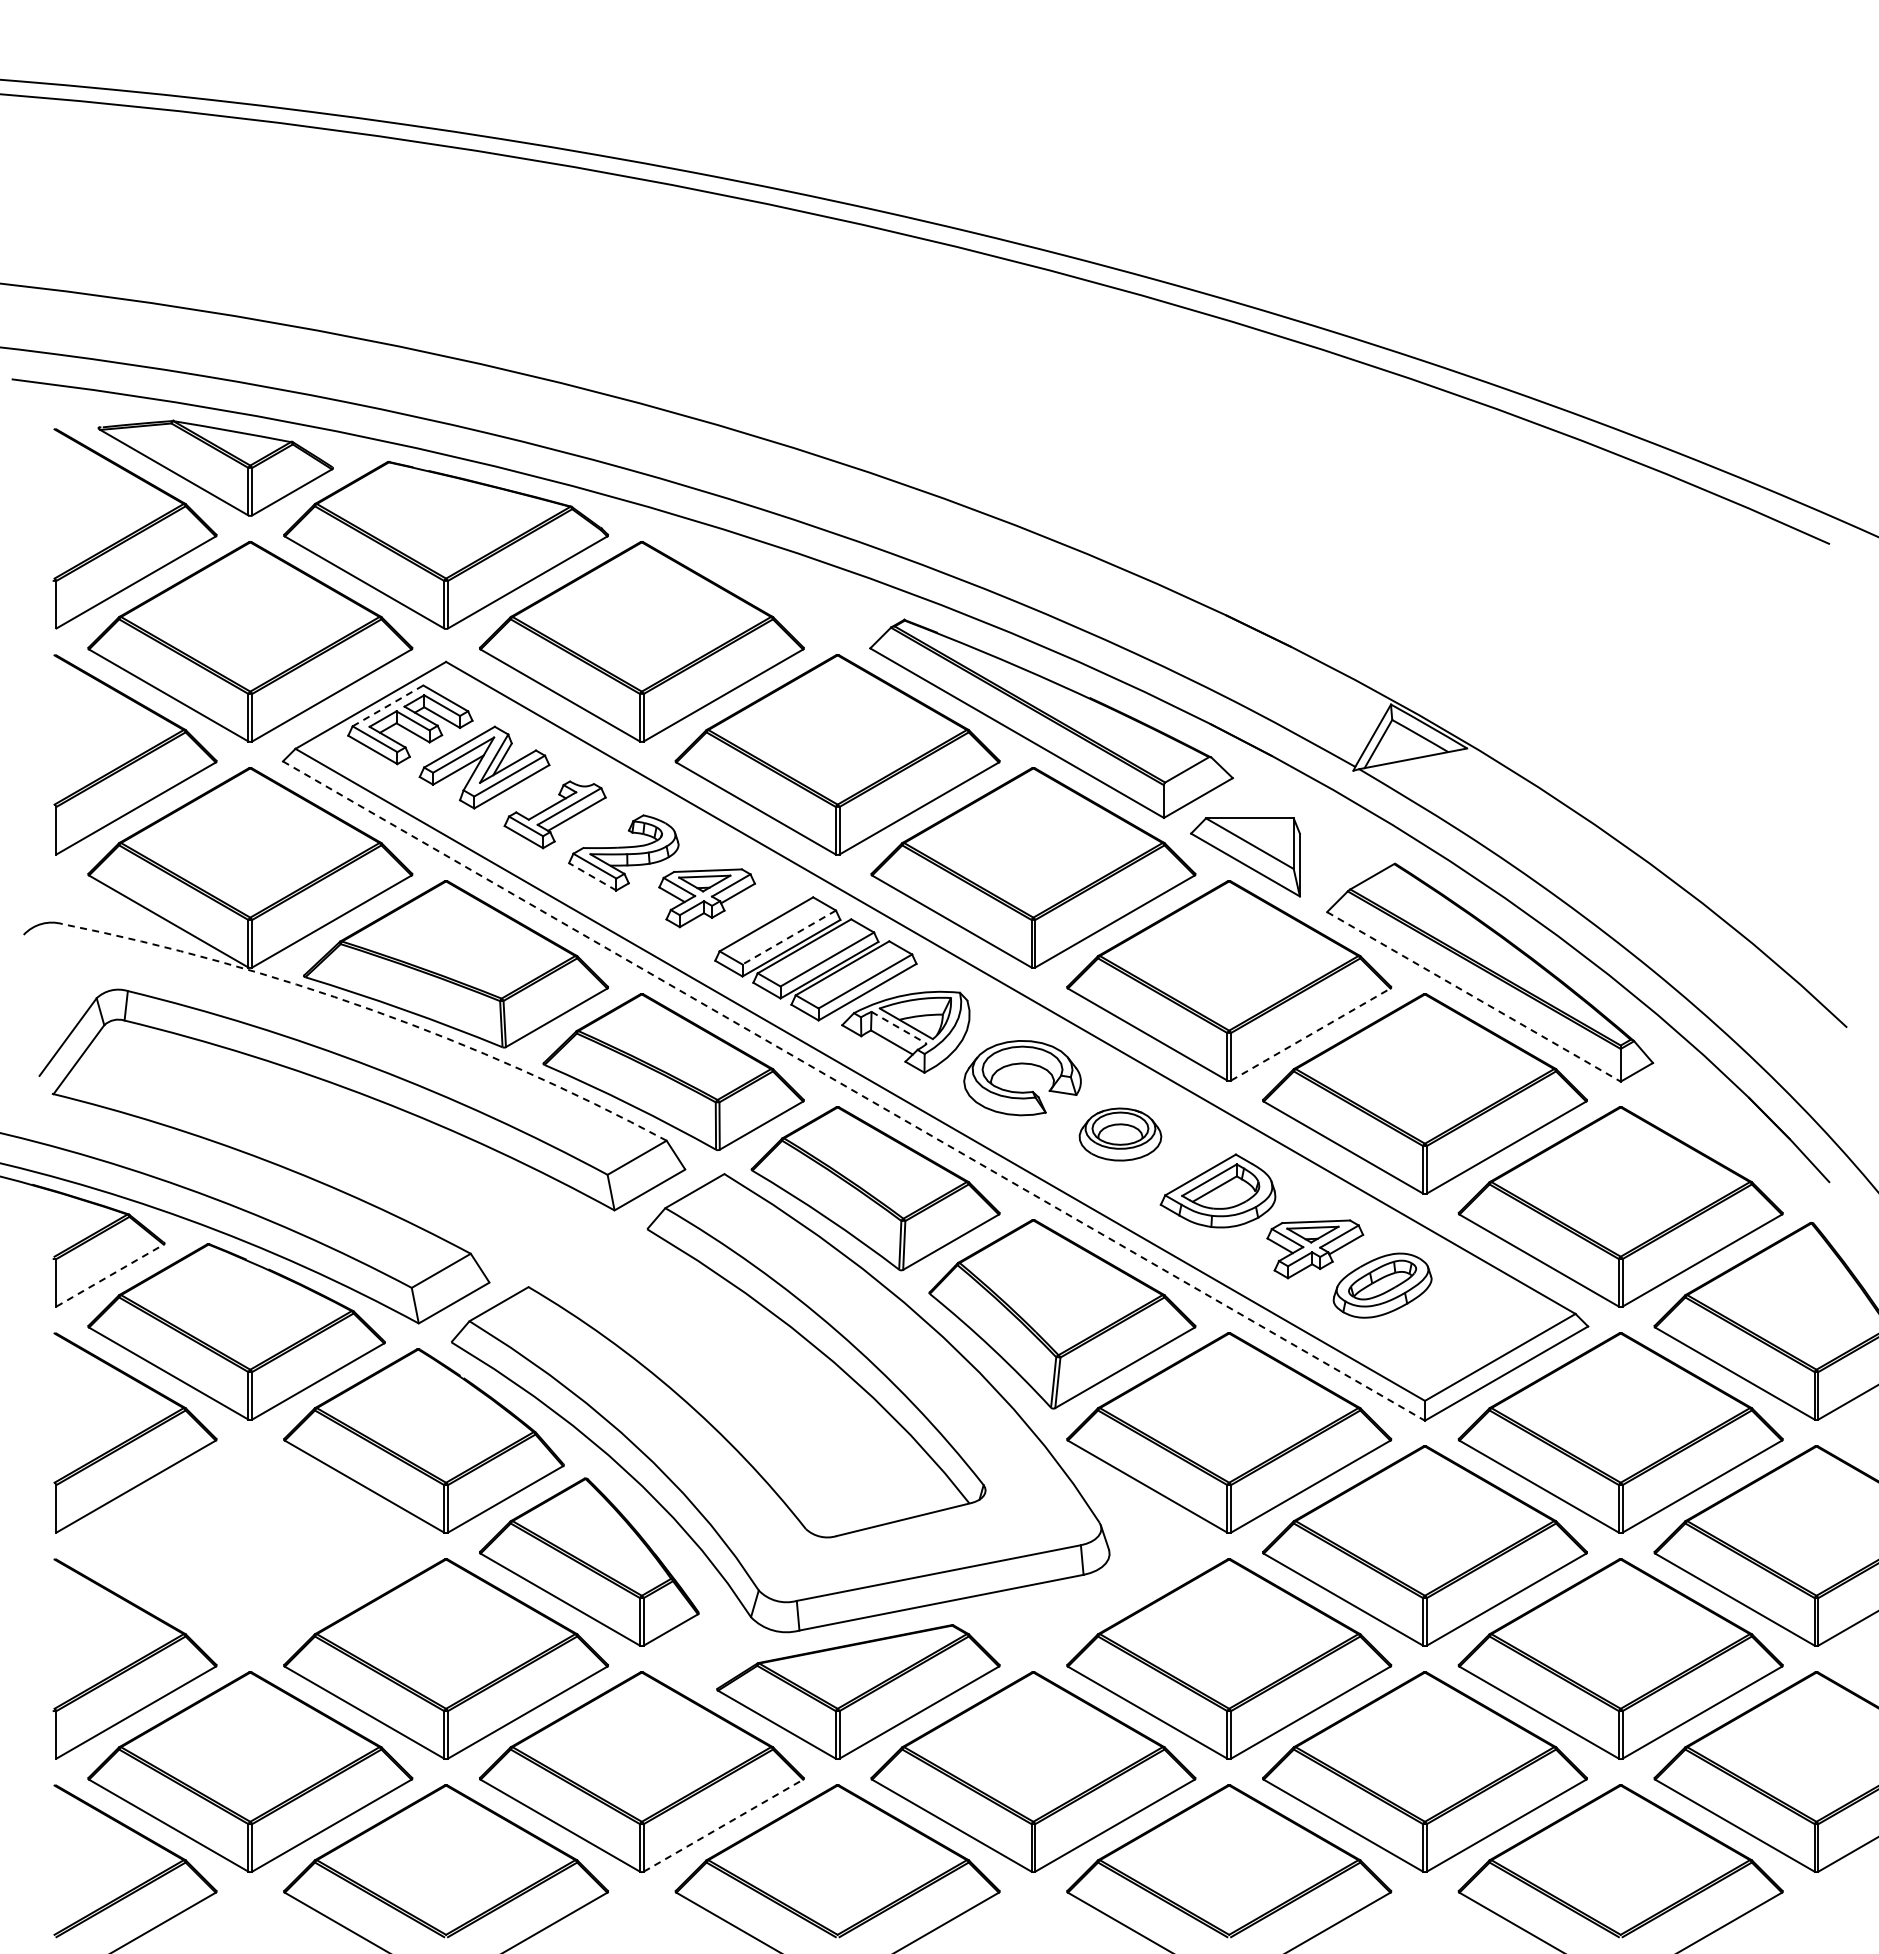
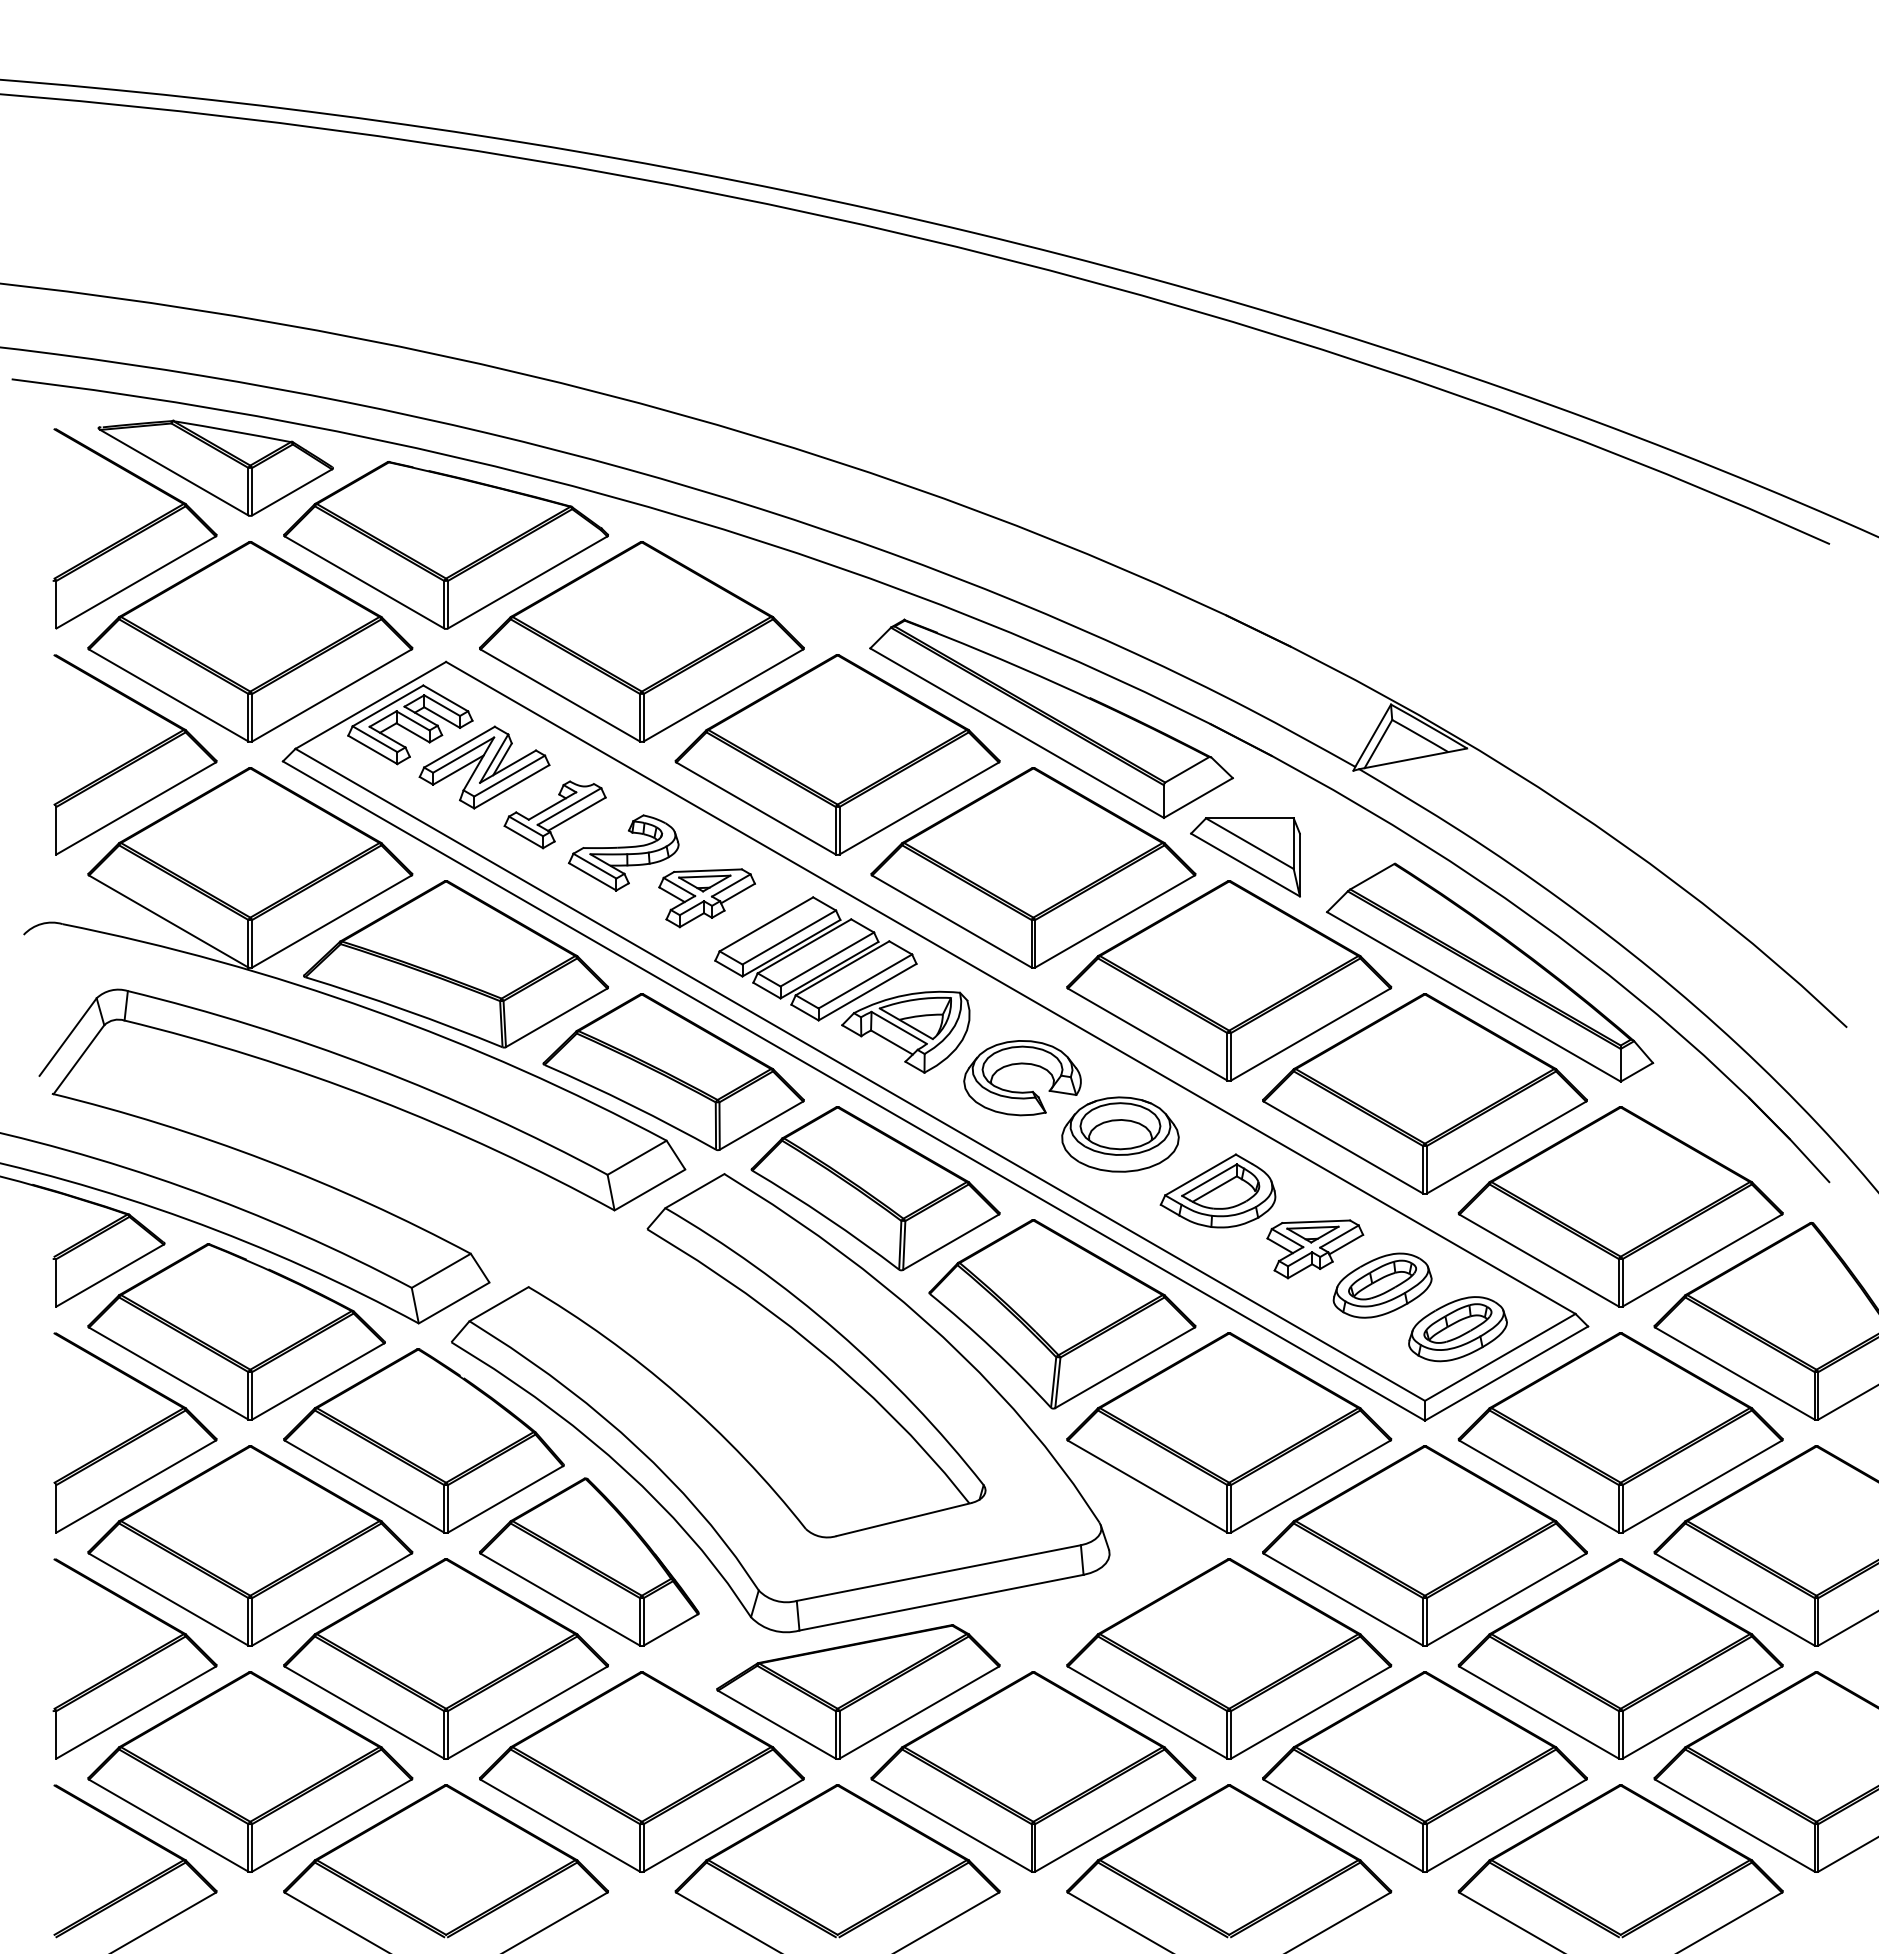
line at (388, 705): dashed -> solid
line at (592, 876): dashed -> solid
line at (789, 937): dashed -> solid
line at (1473, 996): dashed -> solid
arc at (372, 1010): dashed -> solid
line at (899, 1027): dashed -> solid
line at (1311, 1034): dashed -> solid
line at (854, 1091): dashed -> solid
part at (1120, 1134) size: 85x55 px -> 119x77 px
line at (110, 1275): dashed -> solid
part at (1457, 1329): none -> present
part at (250, 1545): none -> present
line at (723, 1825): dashed -> solid
